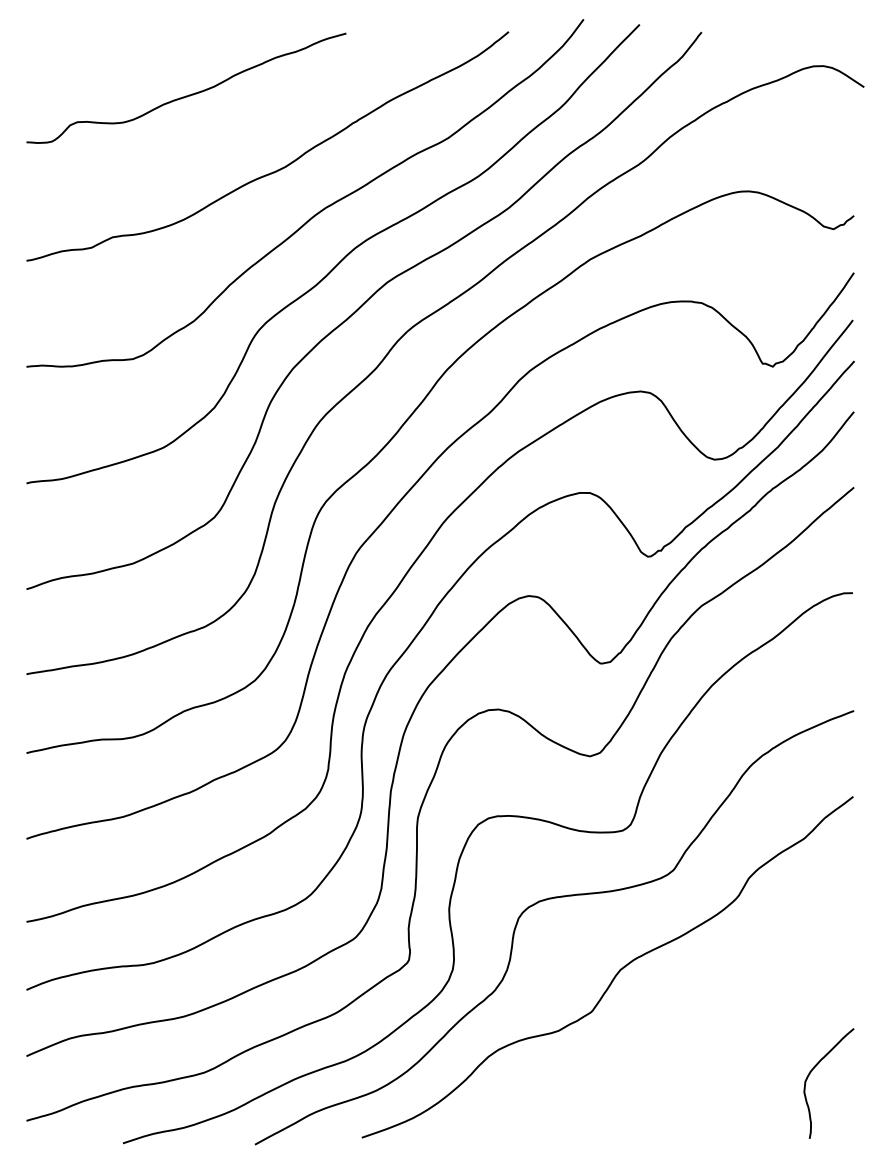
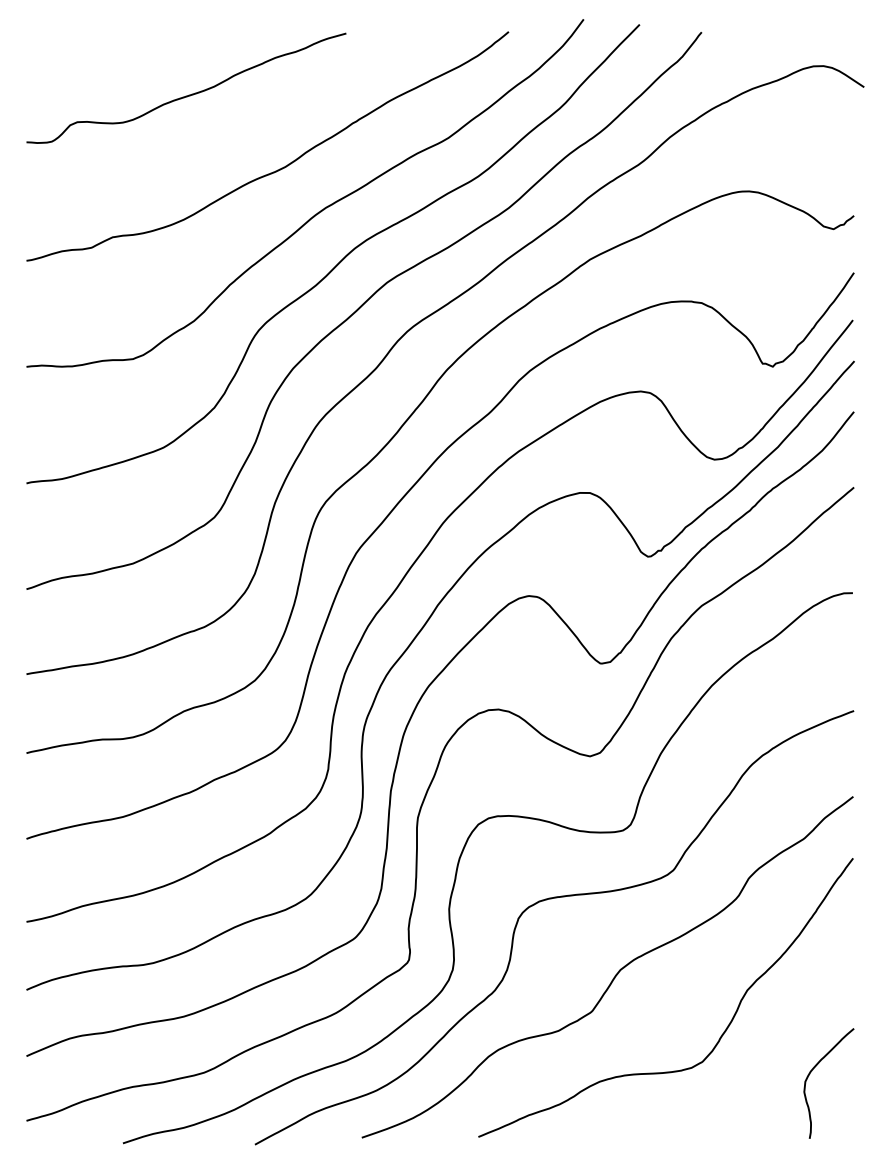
curve at (721, 1034): none -> present
